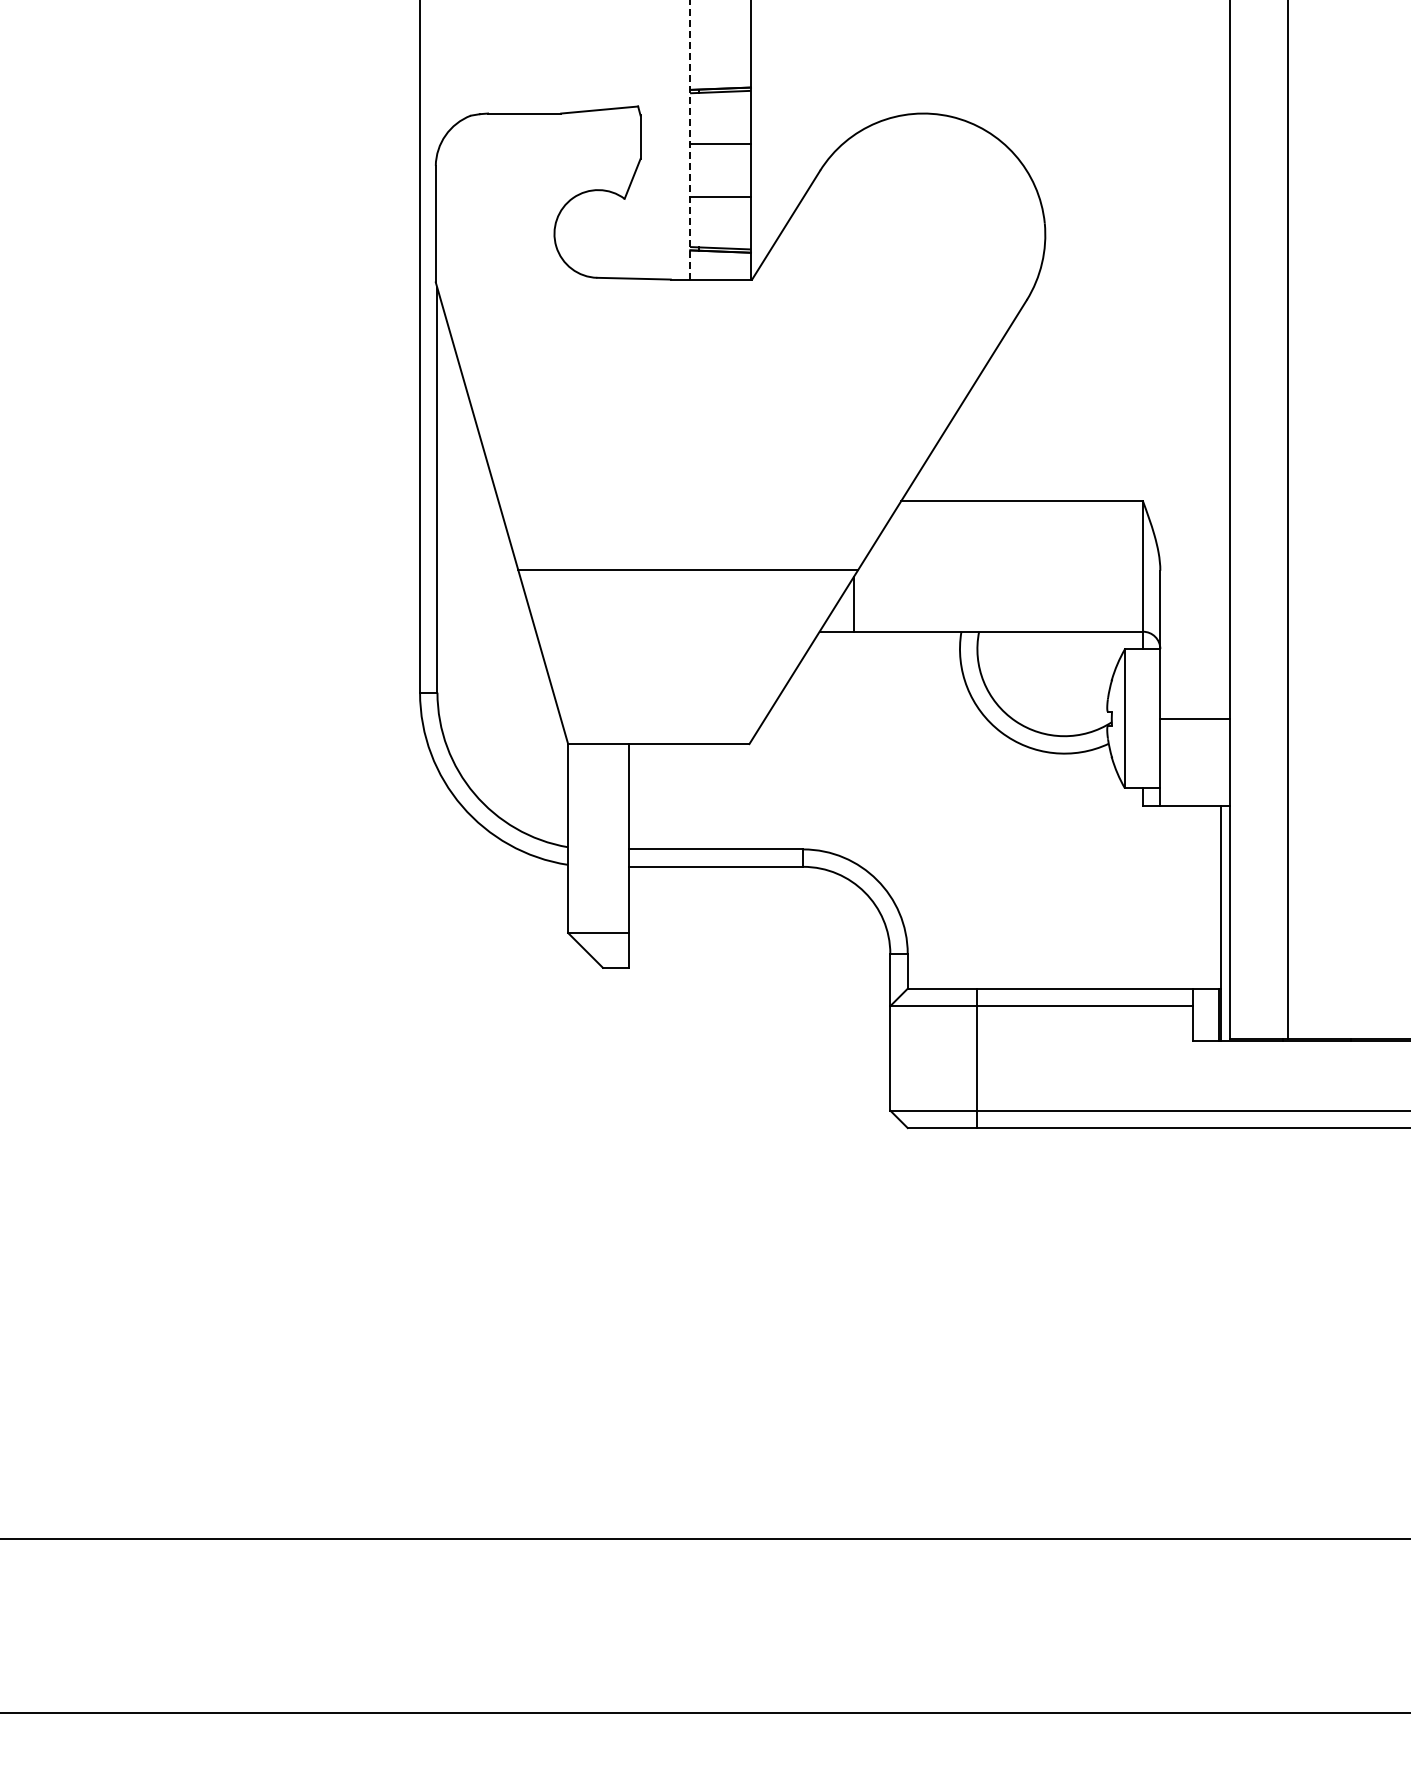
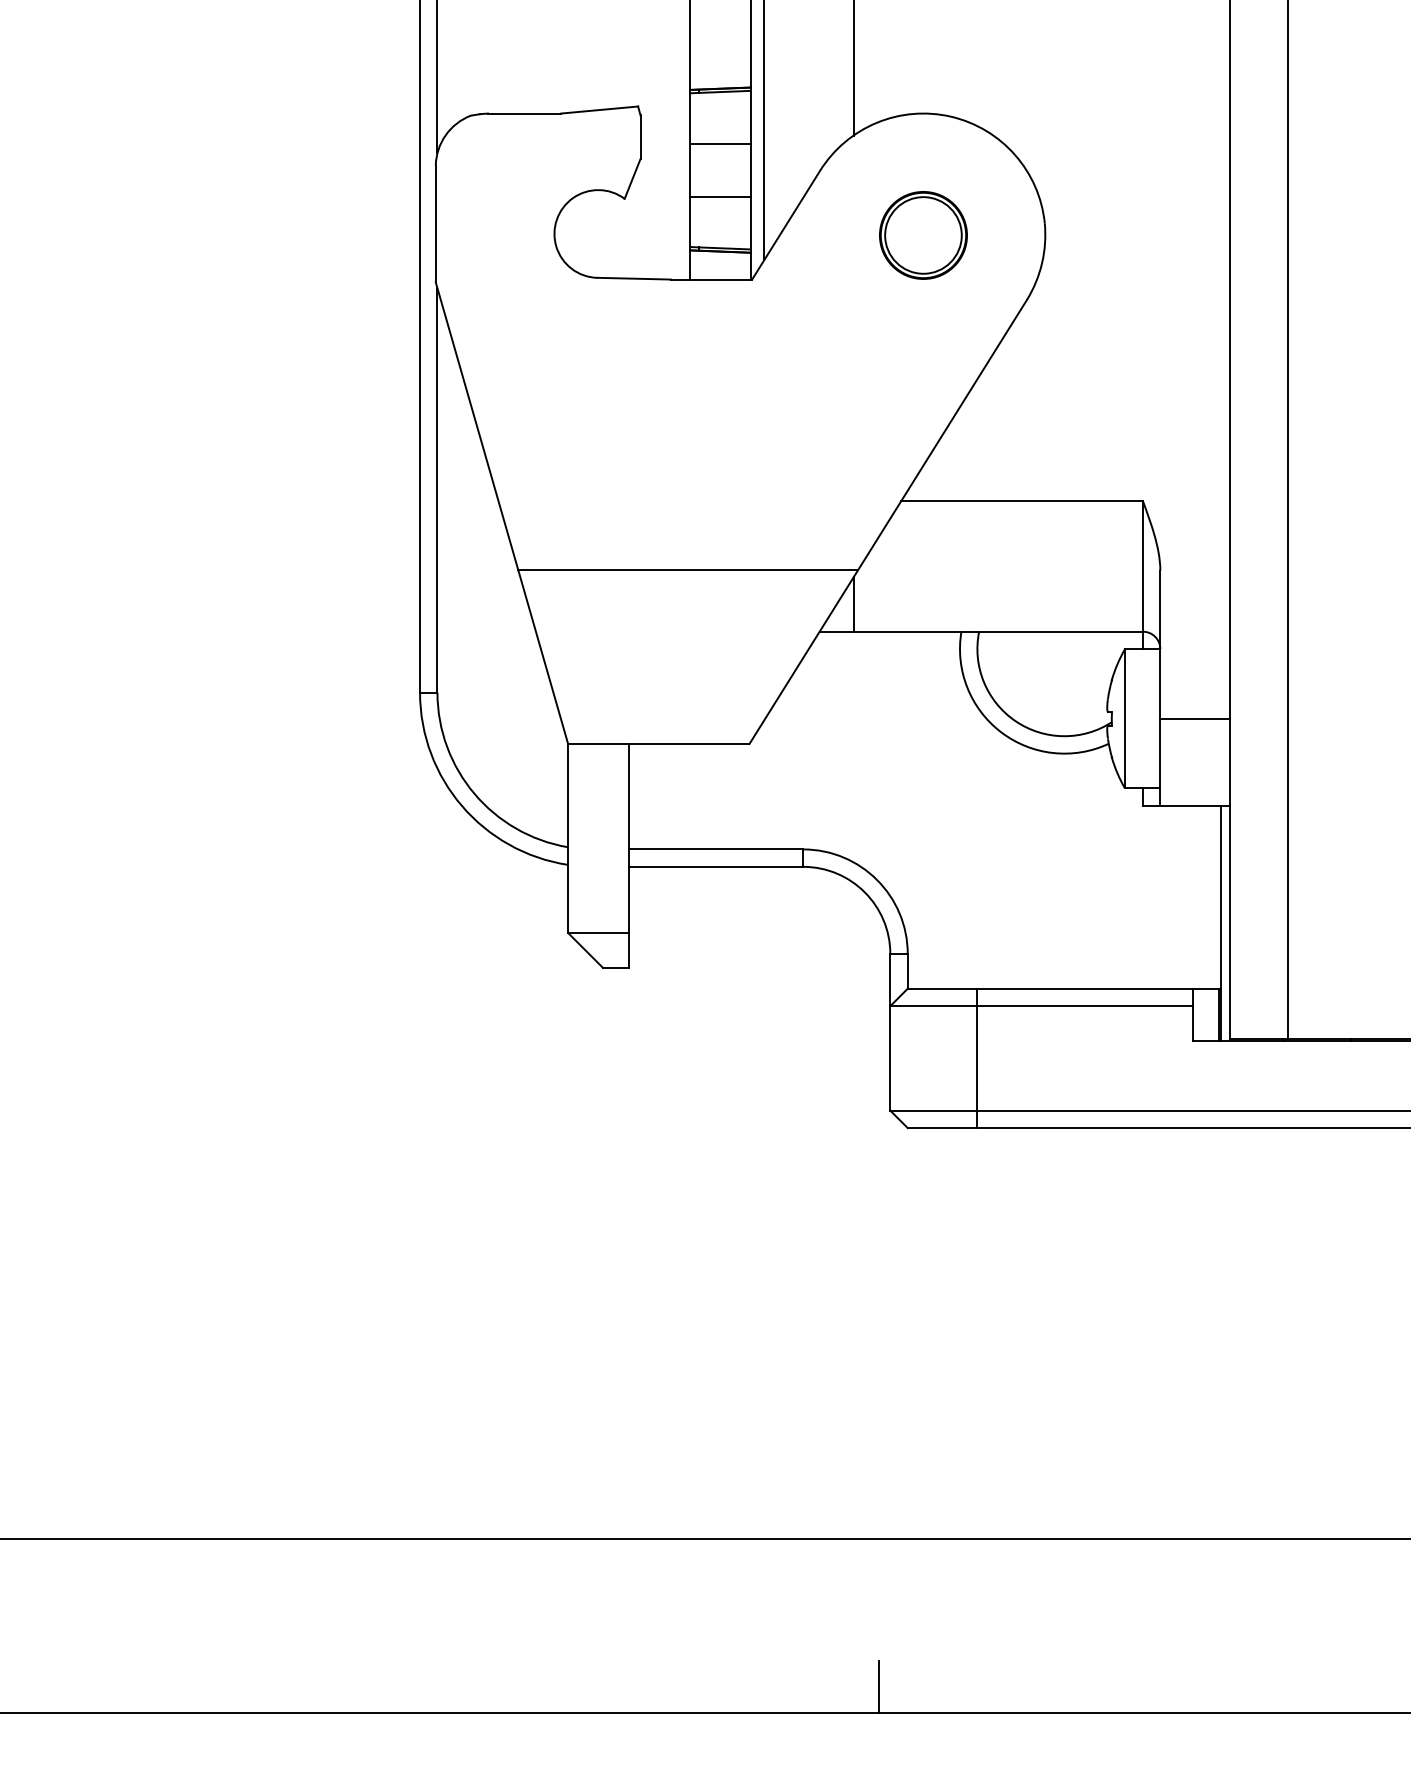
line at (853, 68): none -> present
line at (437, 77): none -> present
line at (764, 131): none -> present
line at (690, 139): dashed -> solid
part at (923, 235): none -> present
line at (879, 1686): none -> present
